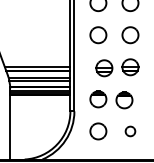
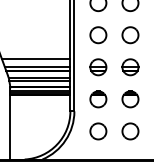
line at (36, 59): none -> present
part at (104, 68) position: (104, 68) -> (98, 67)
part at (124, 100) position: (124, 100) -> (130, 99)
part at (130, 131) size: 13x13 px -> 19x19 px
